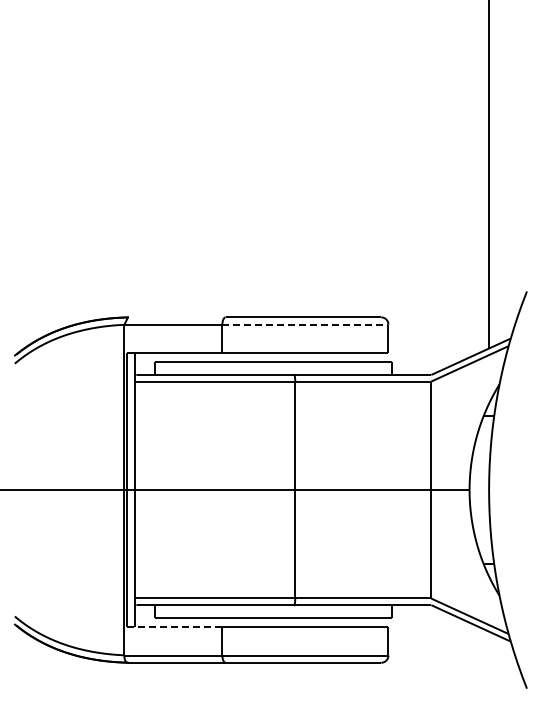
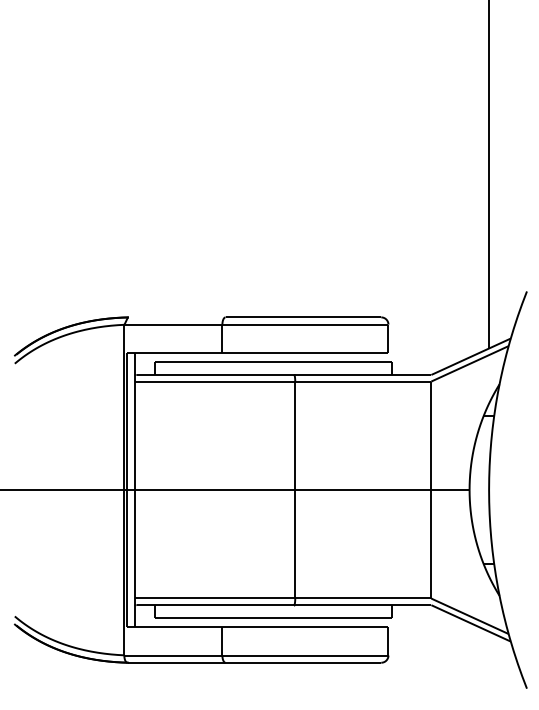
line at (305, 324): dashed -> solid
line at (174, 626): dashed -> solid
